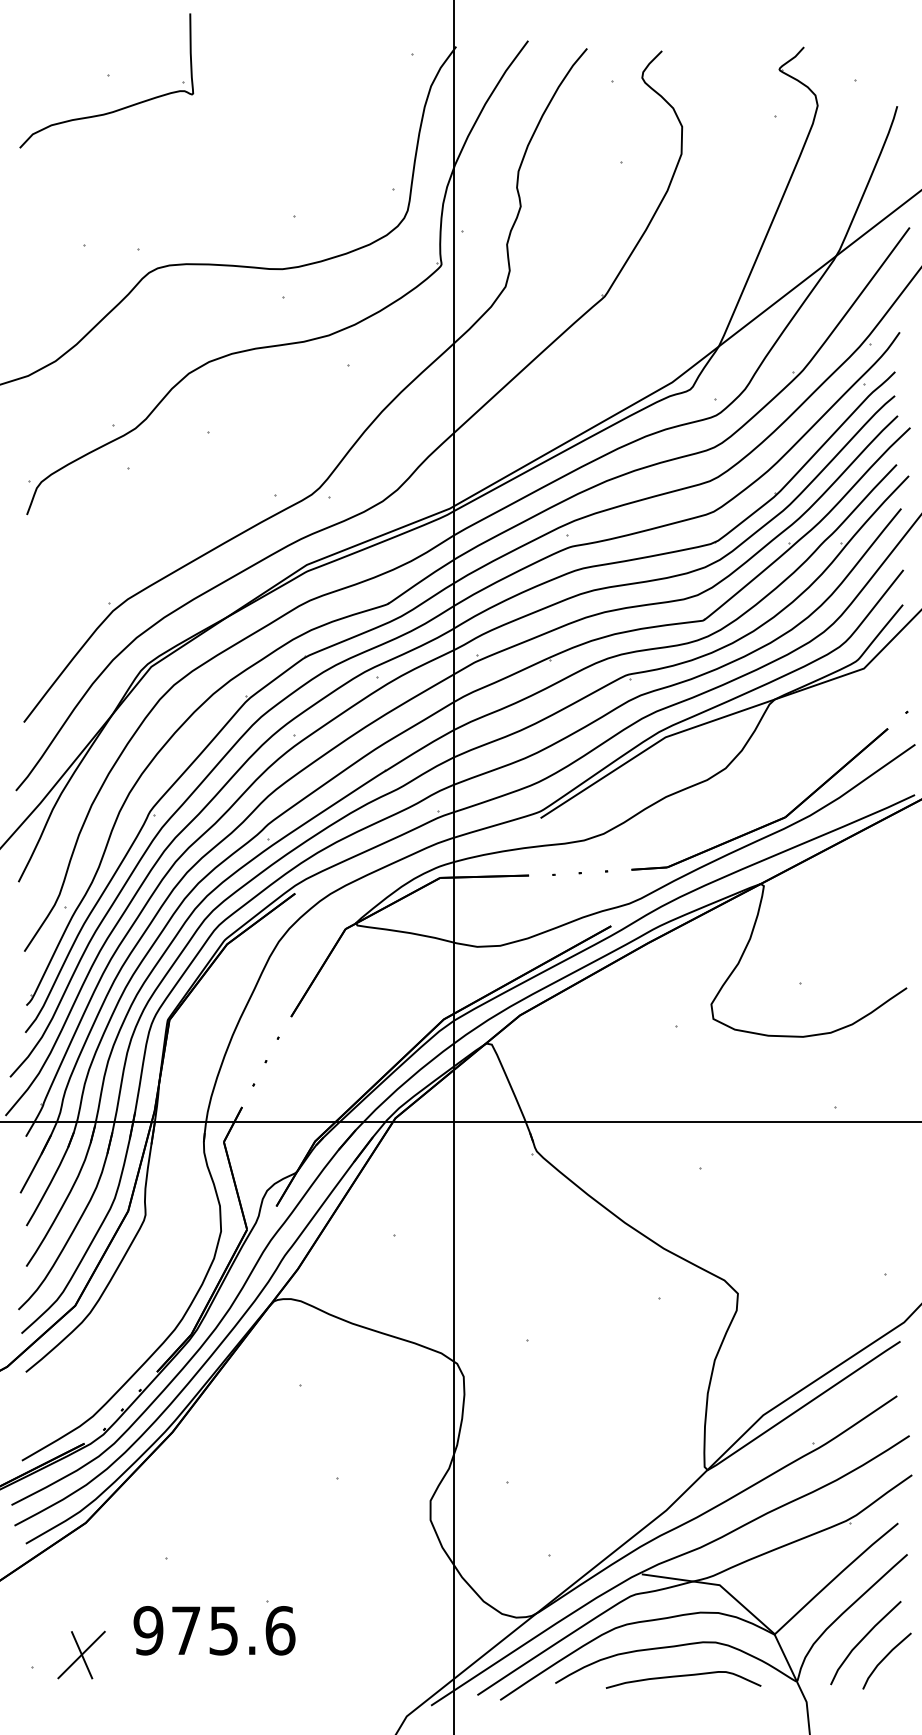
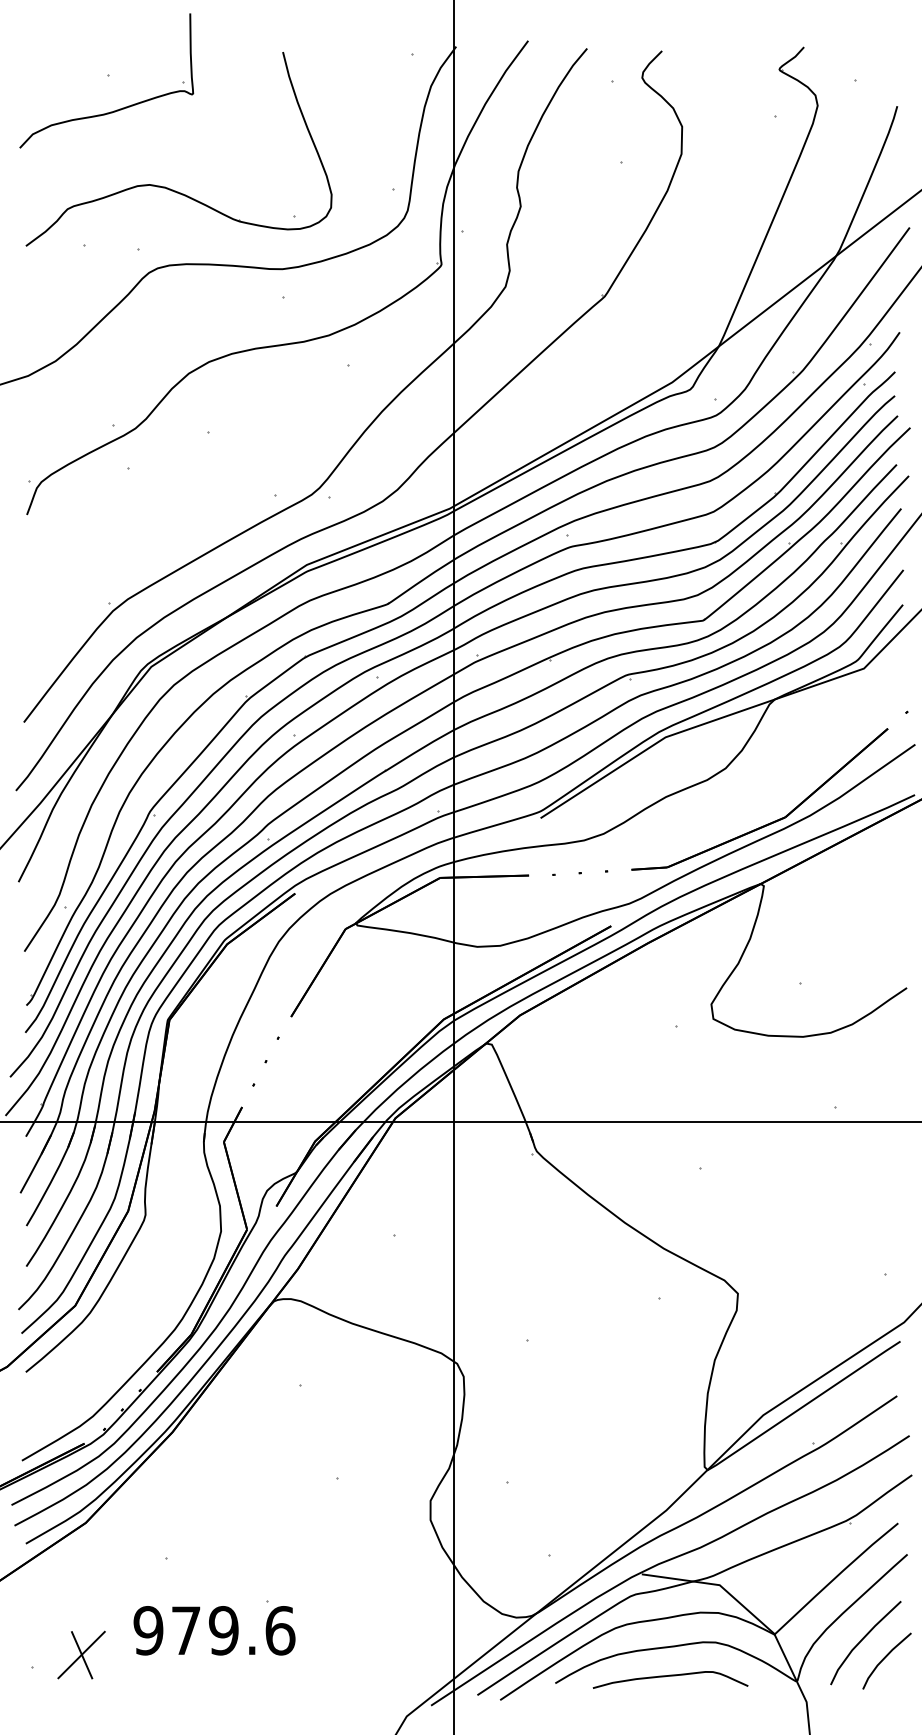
part at (165, 186): none -> present
text at (223, 1630): 975.6 -> 979.6
curve at (683, 1676) position: (683, 1676) -> (670, 1676)
